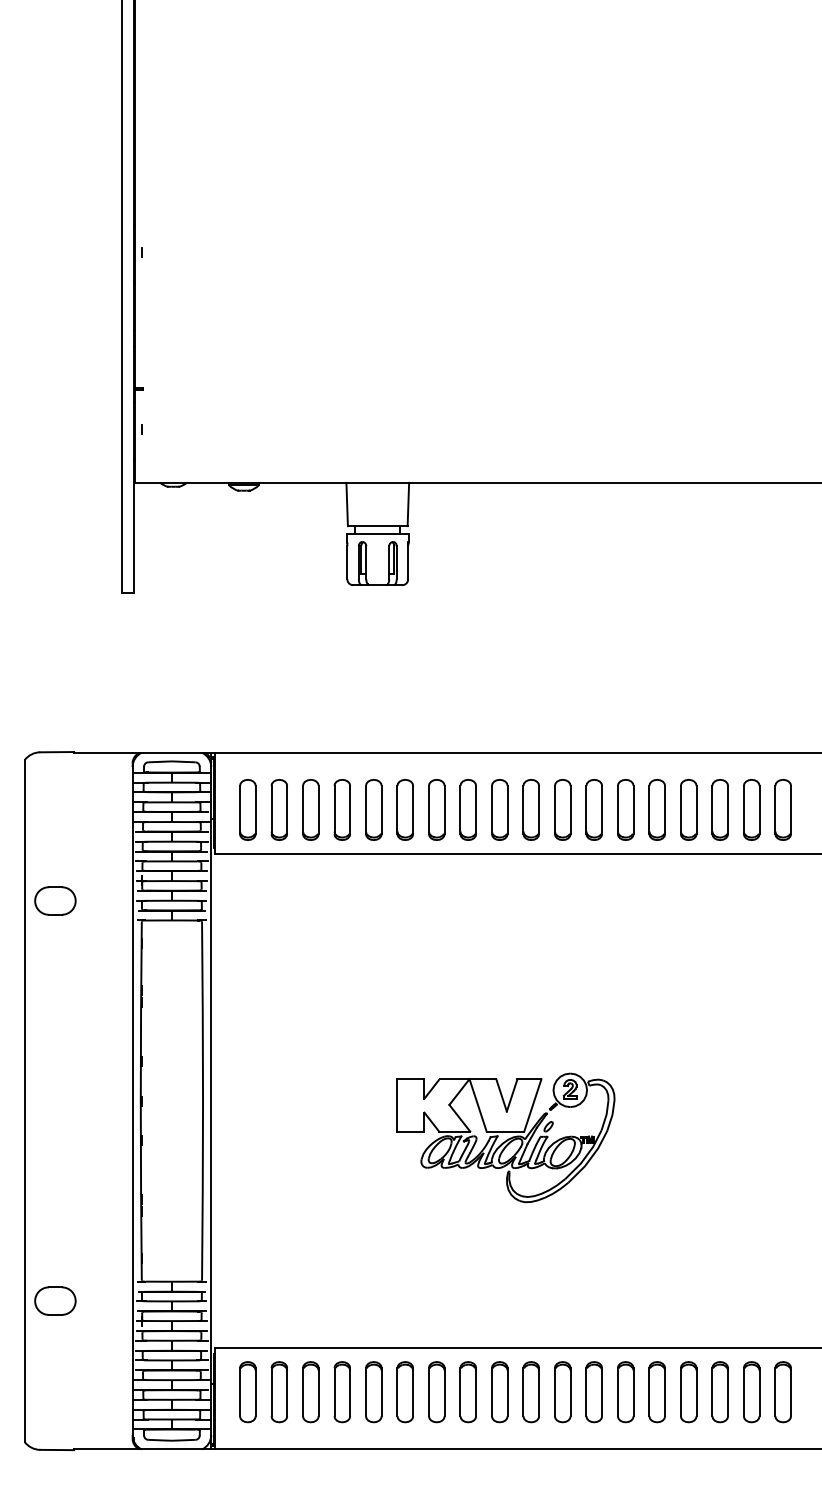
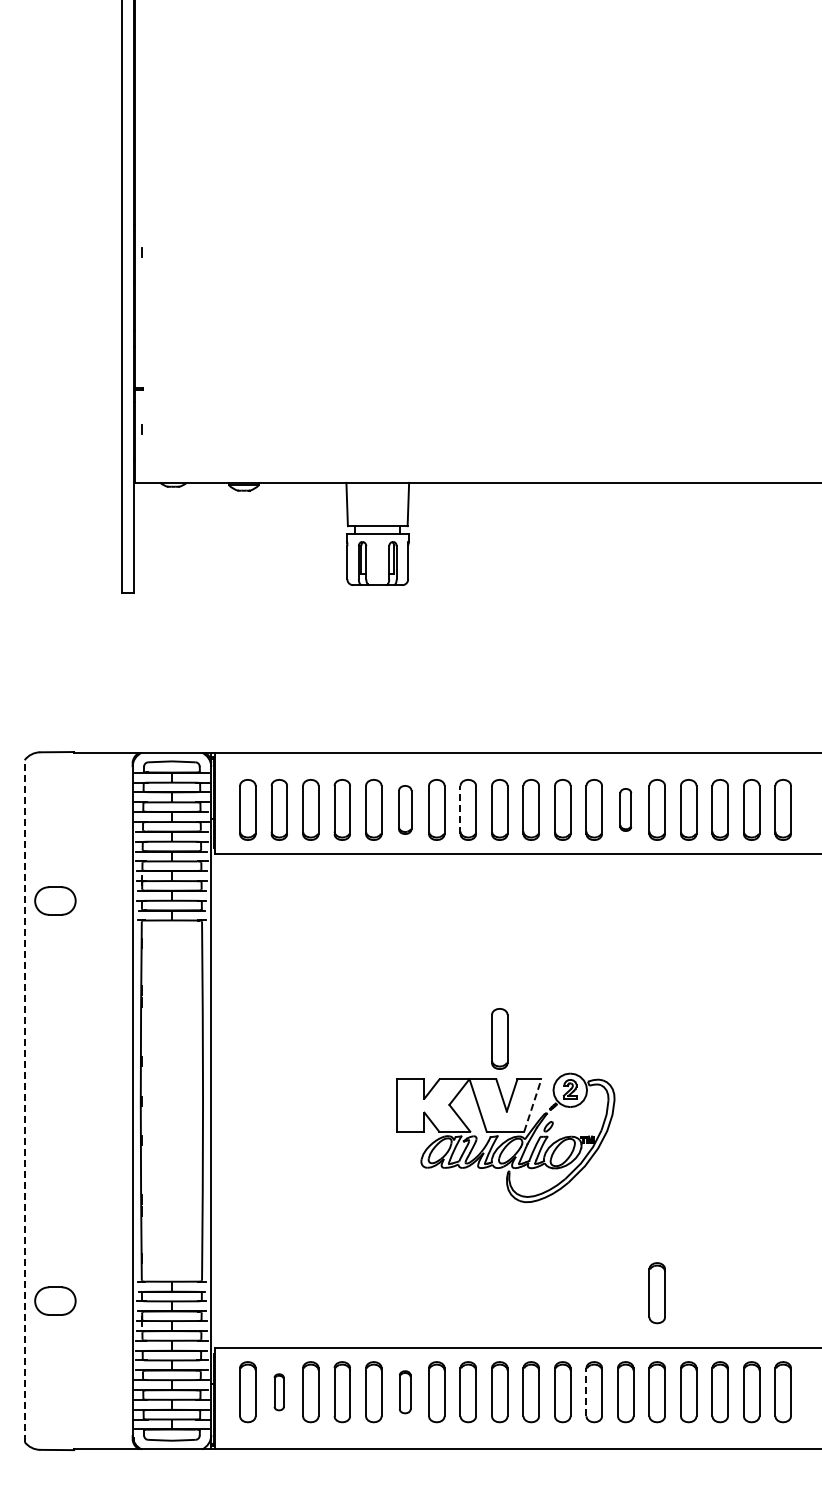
part at (404, 809) size: 18x62 px -> 15x50 px
line at (460, 809): solid -> dashed
part at (625, 809) size: 18x62 px -> 14x44 px
part at (499, 1038): none -> present
line at (24, 1101): solid -> dashed
line at (532, 1105): solid -> dashed
part at (656, 1293): none -> present
line at (586, 1391): solid -> dashed
part at (278, 1392) size: 18x63 px -> 12x39 px
part at (404, 1392) size: 18x63 px -> 13x45 px
